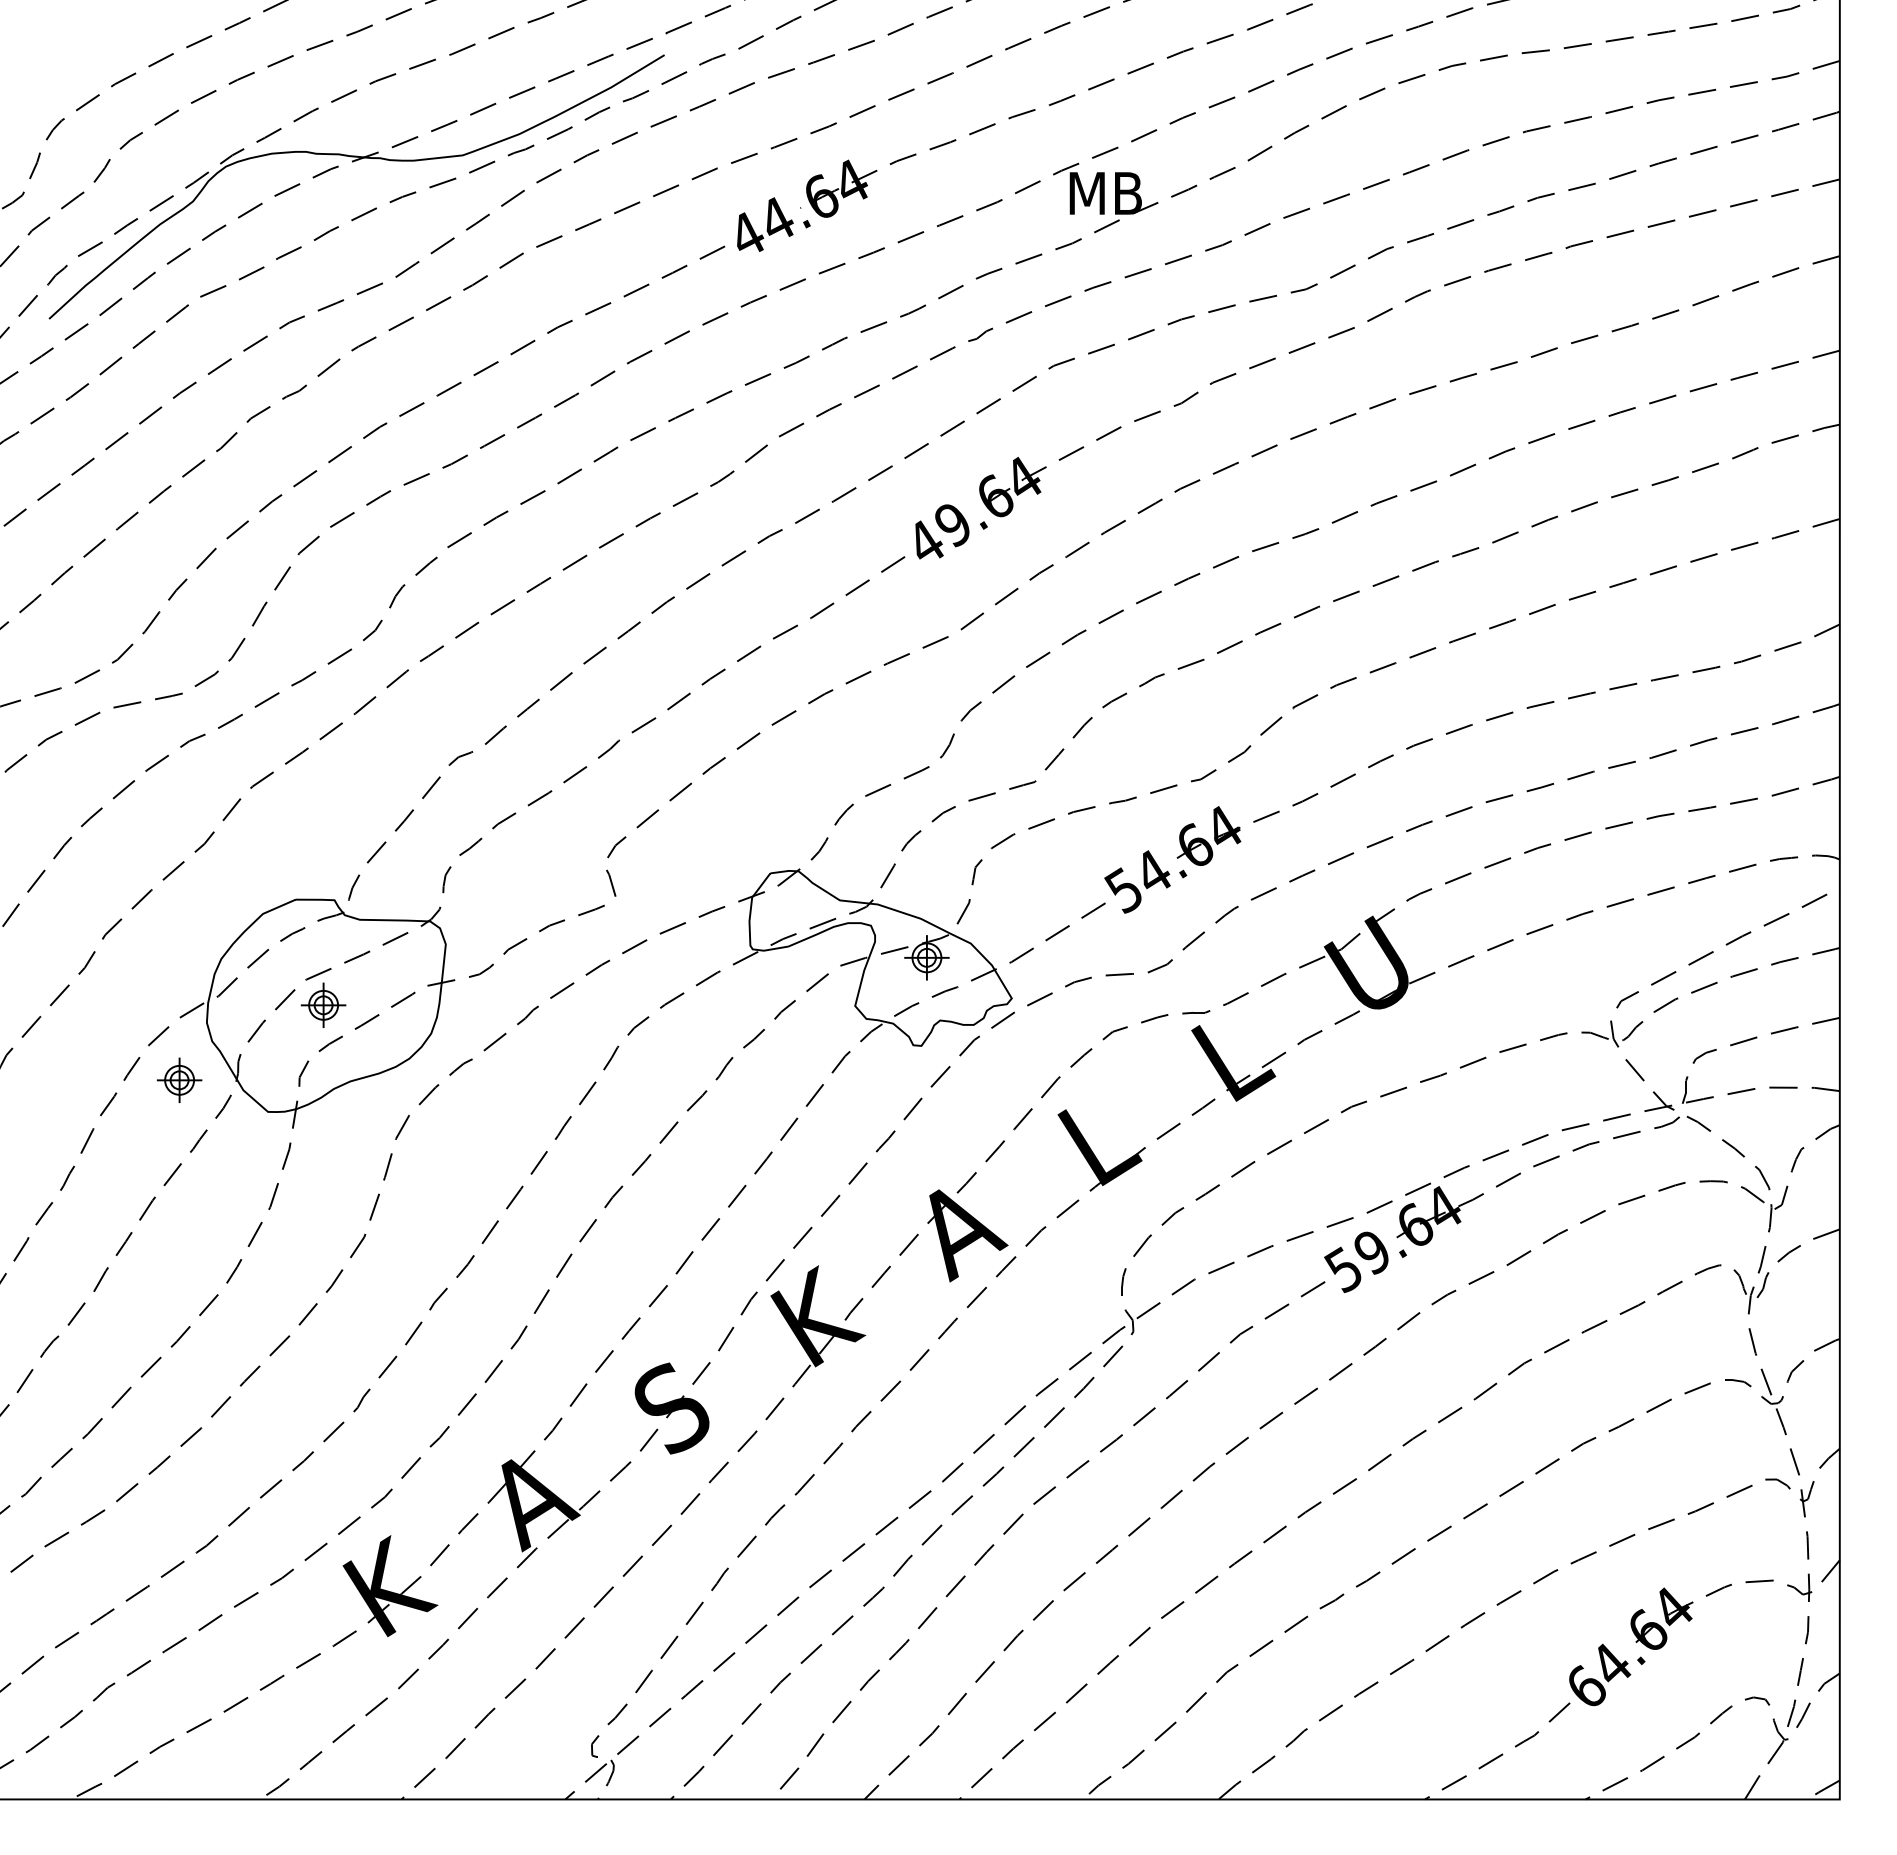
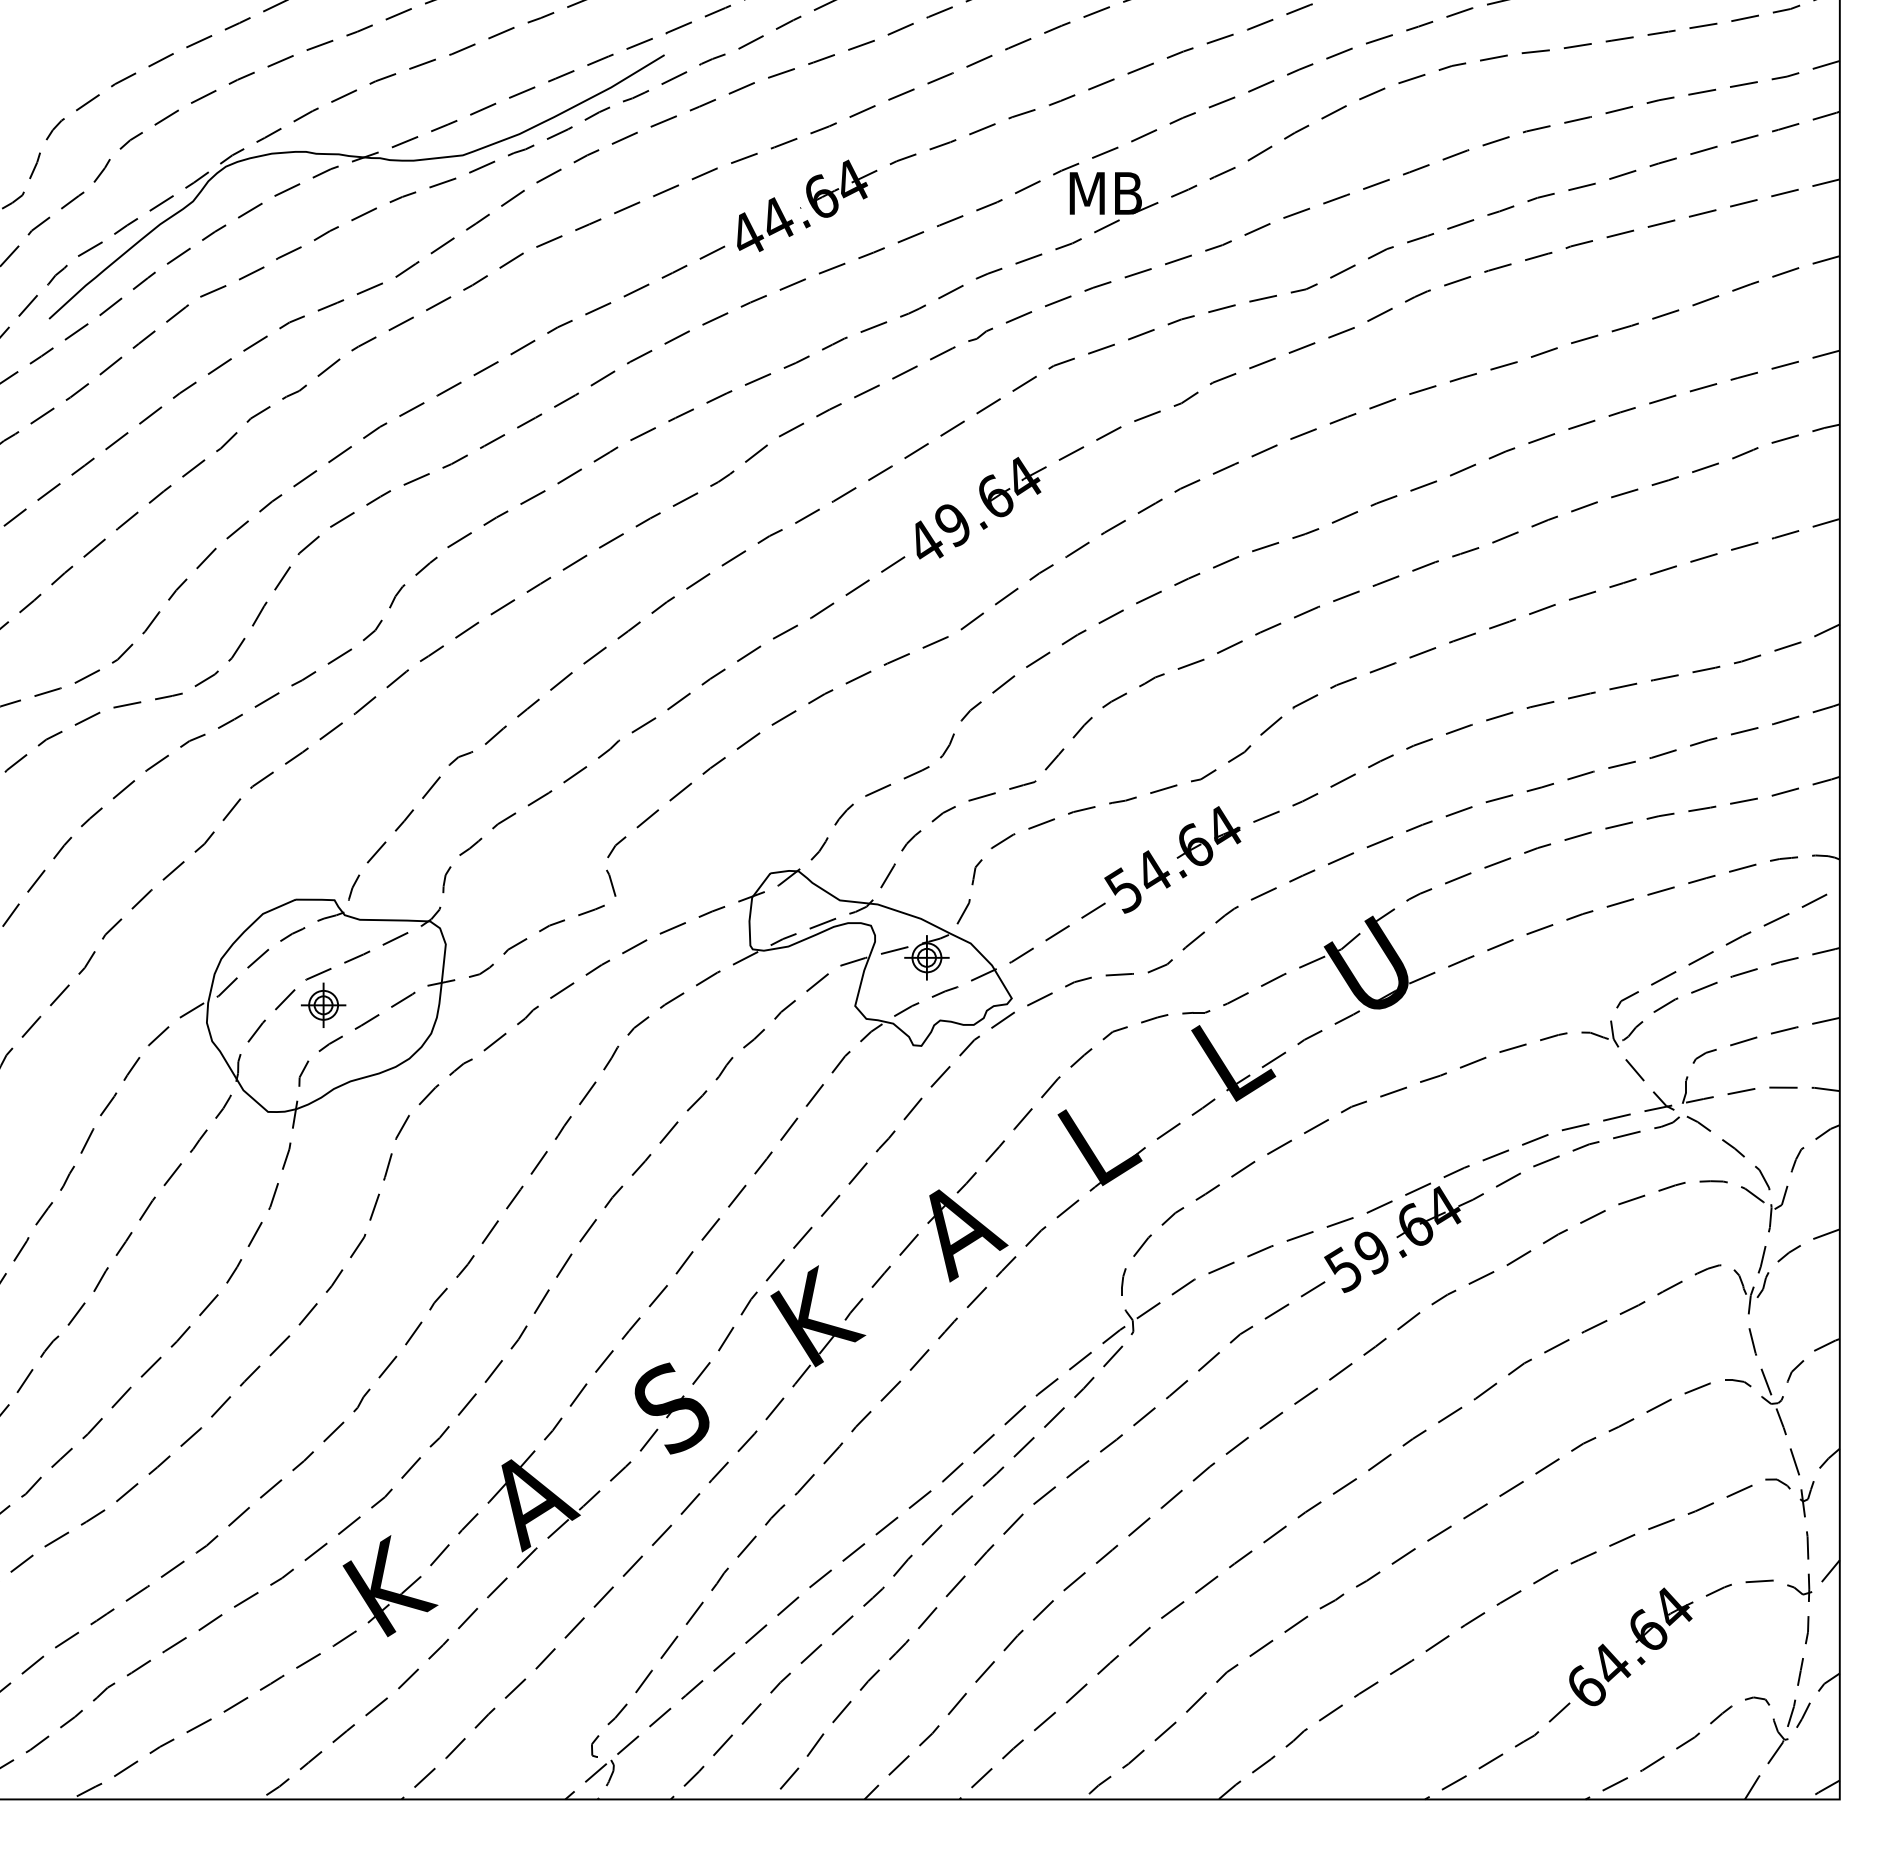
part at (179, 1079): present -> none
